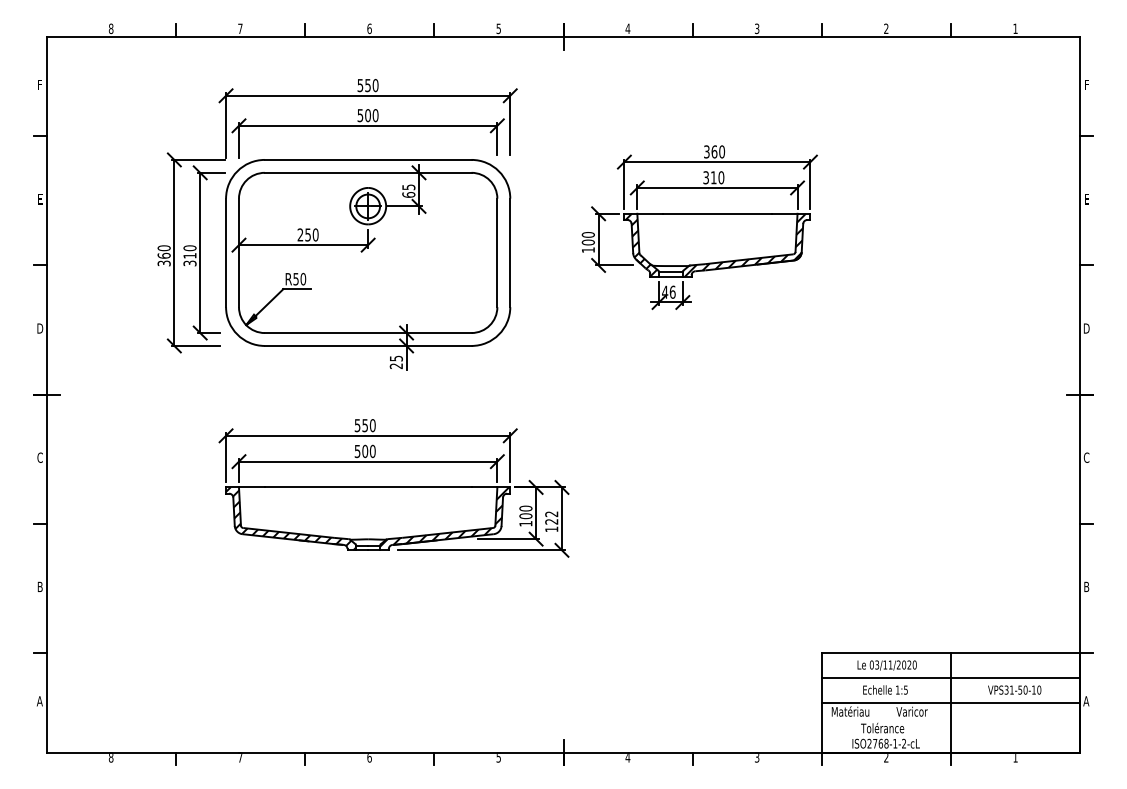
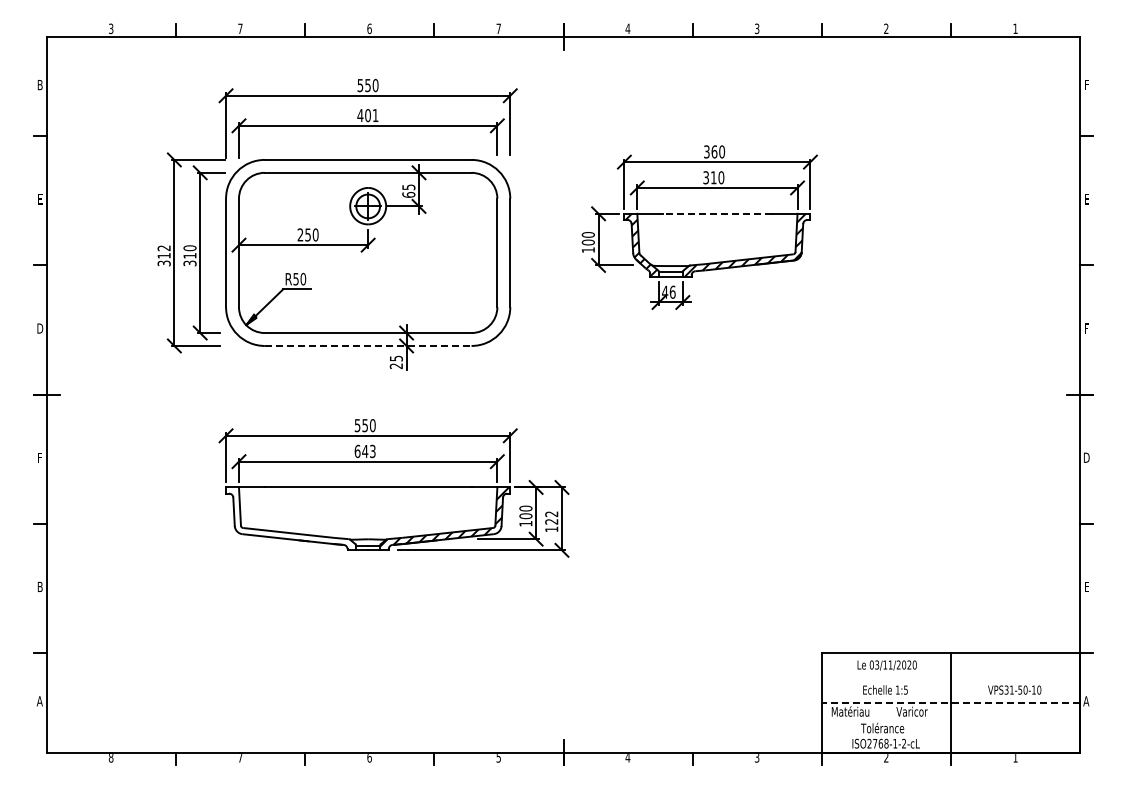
text at (110, 28): 8 -> 3
text at (498, 28): 5 -> 7
text at (39, 85): F -> B
text at (367, 115): 500 -> 401
line at (716, 213): solid -> dashed
text at (163, 251): 360 -> 312
text at (1086, 328): D -> F
line at (368, 345): solid -> dashed
text at (364, 451): 500 -> 643
text at (39, 457): C -> F
text at (1086, 457): C -> D
hatch at (291, 518): present -> none
text at (1086, 586): B -> E
line at (950, 677): present -> none
line at (950, 702): solid -> dashed
